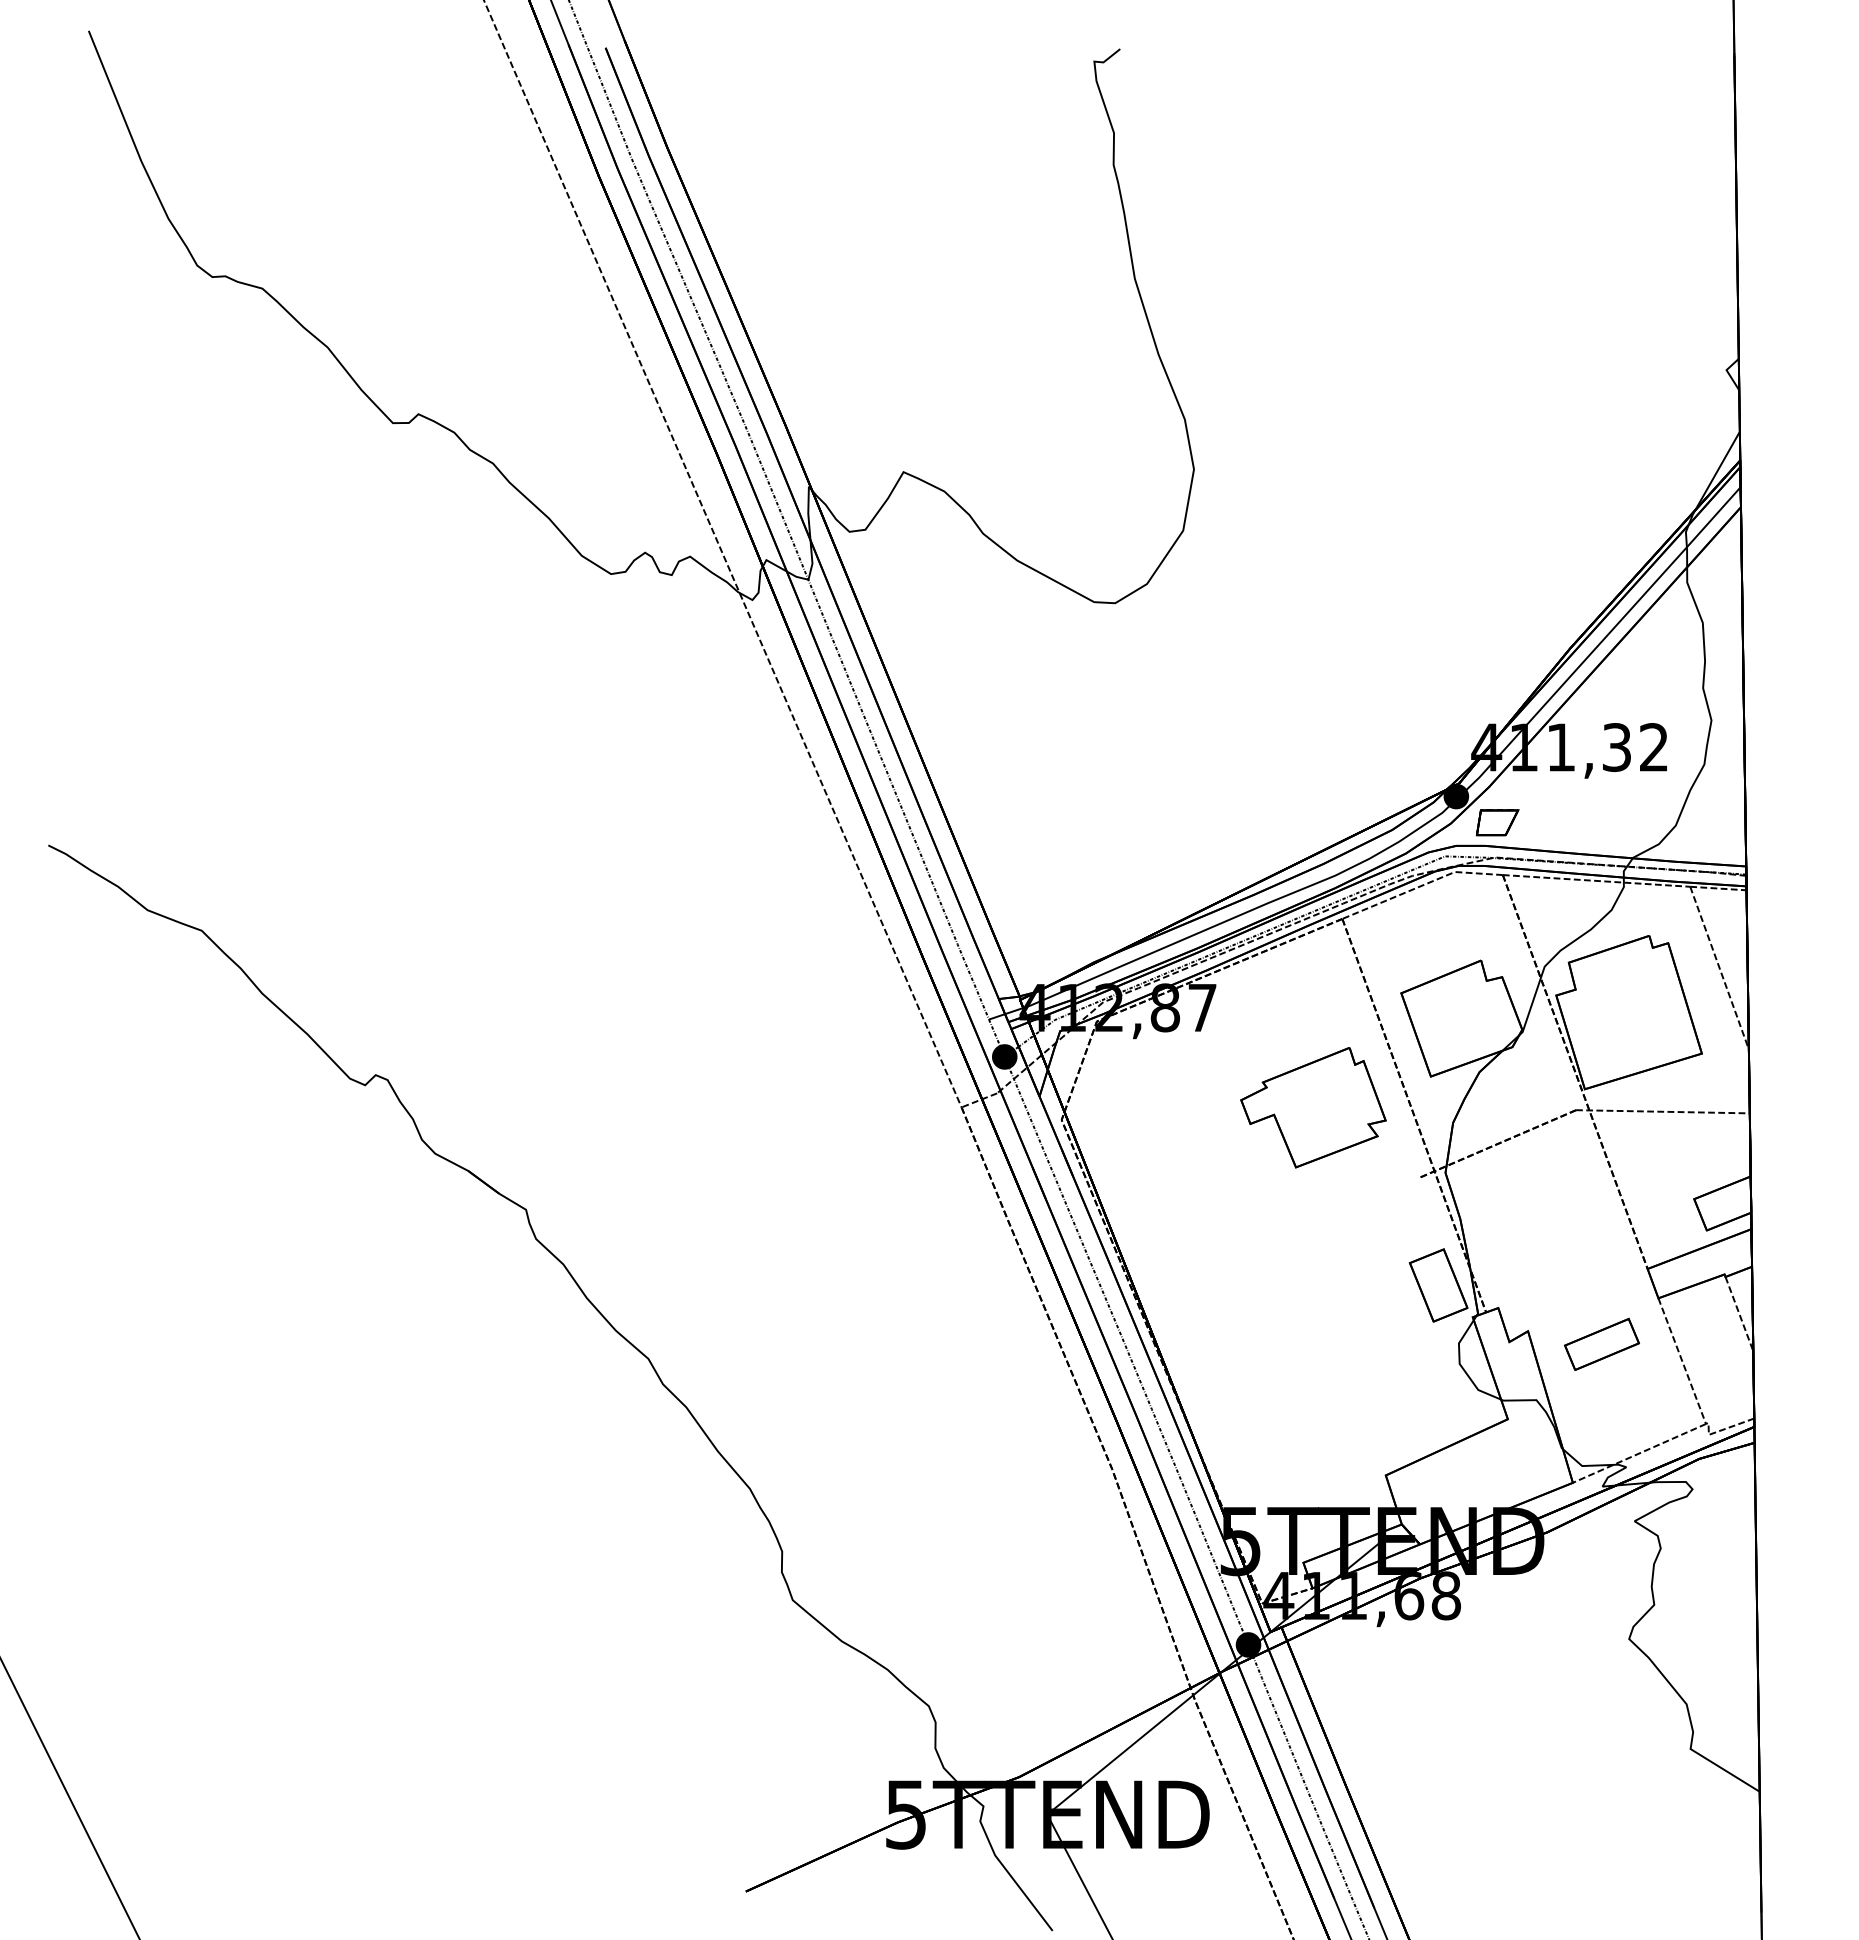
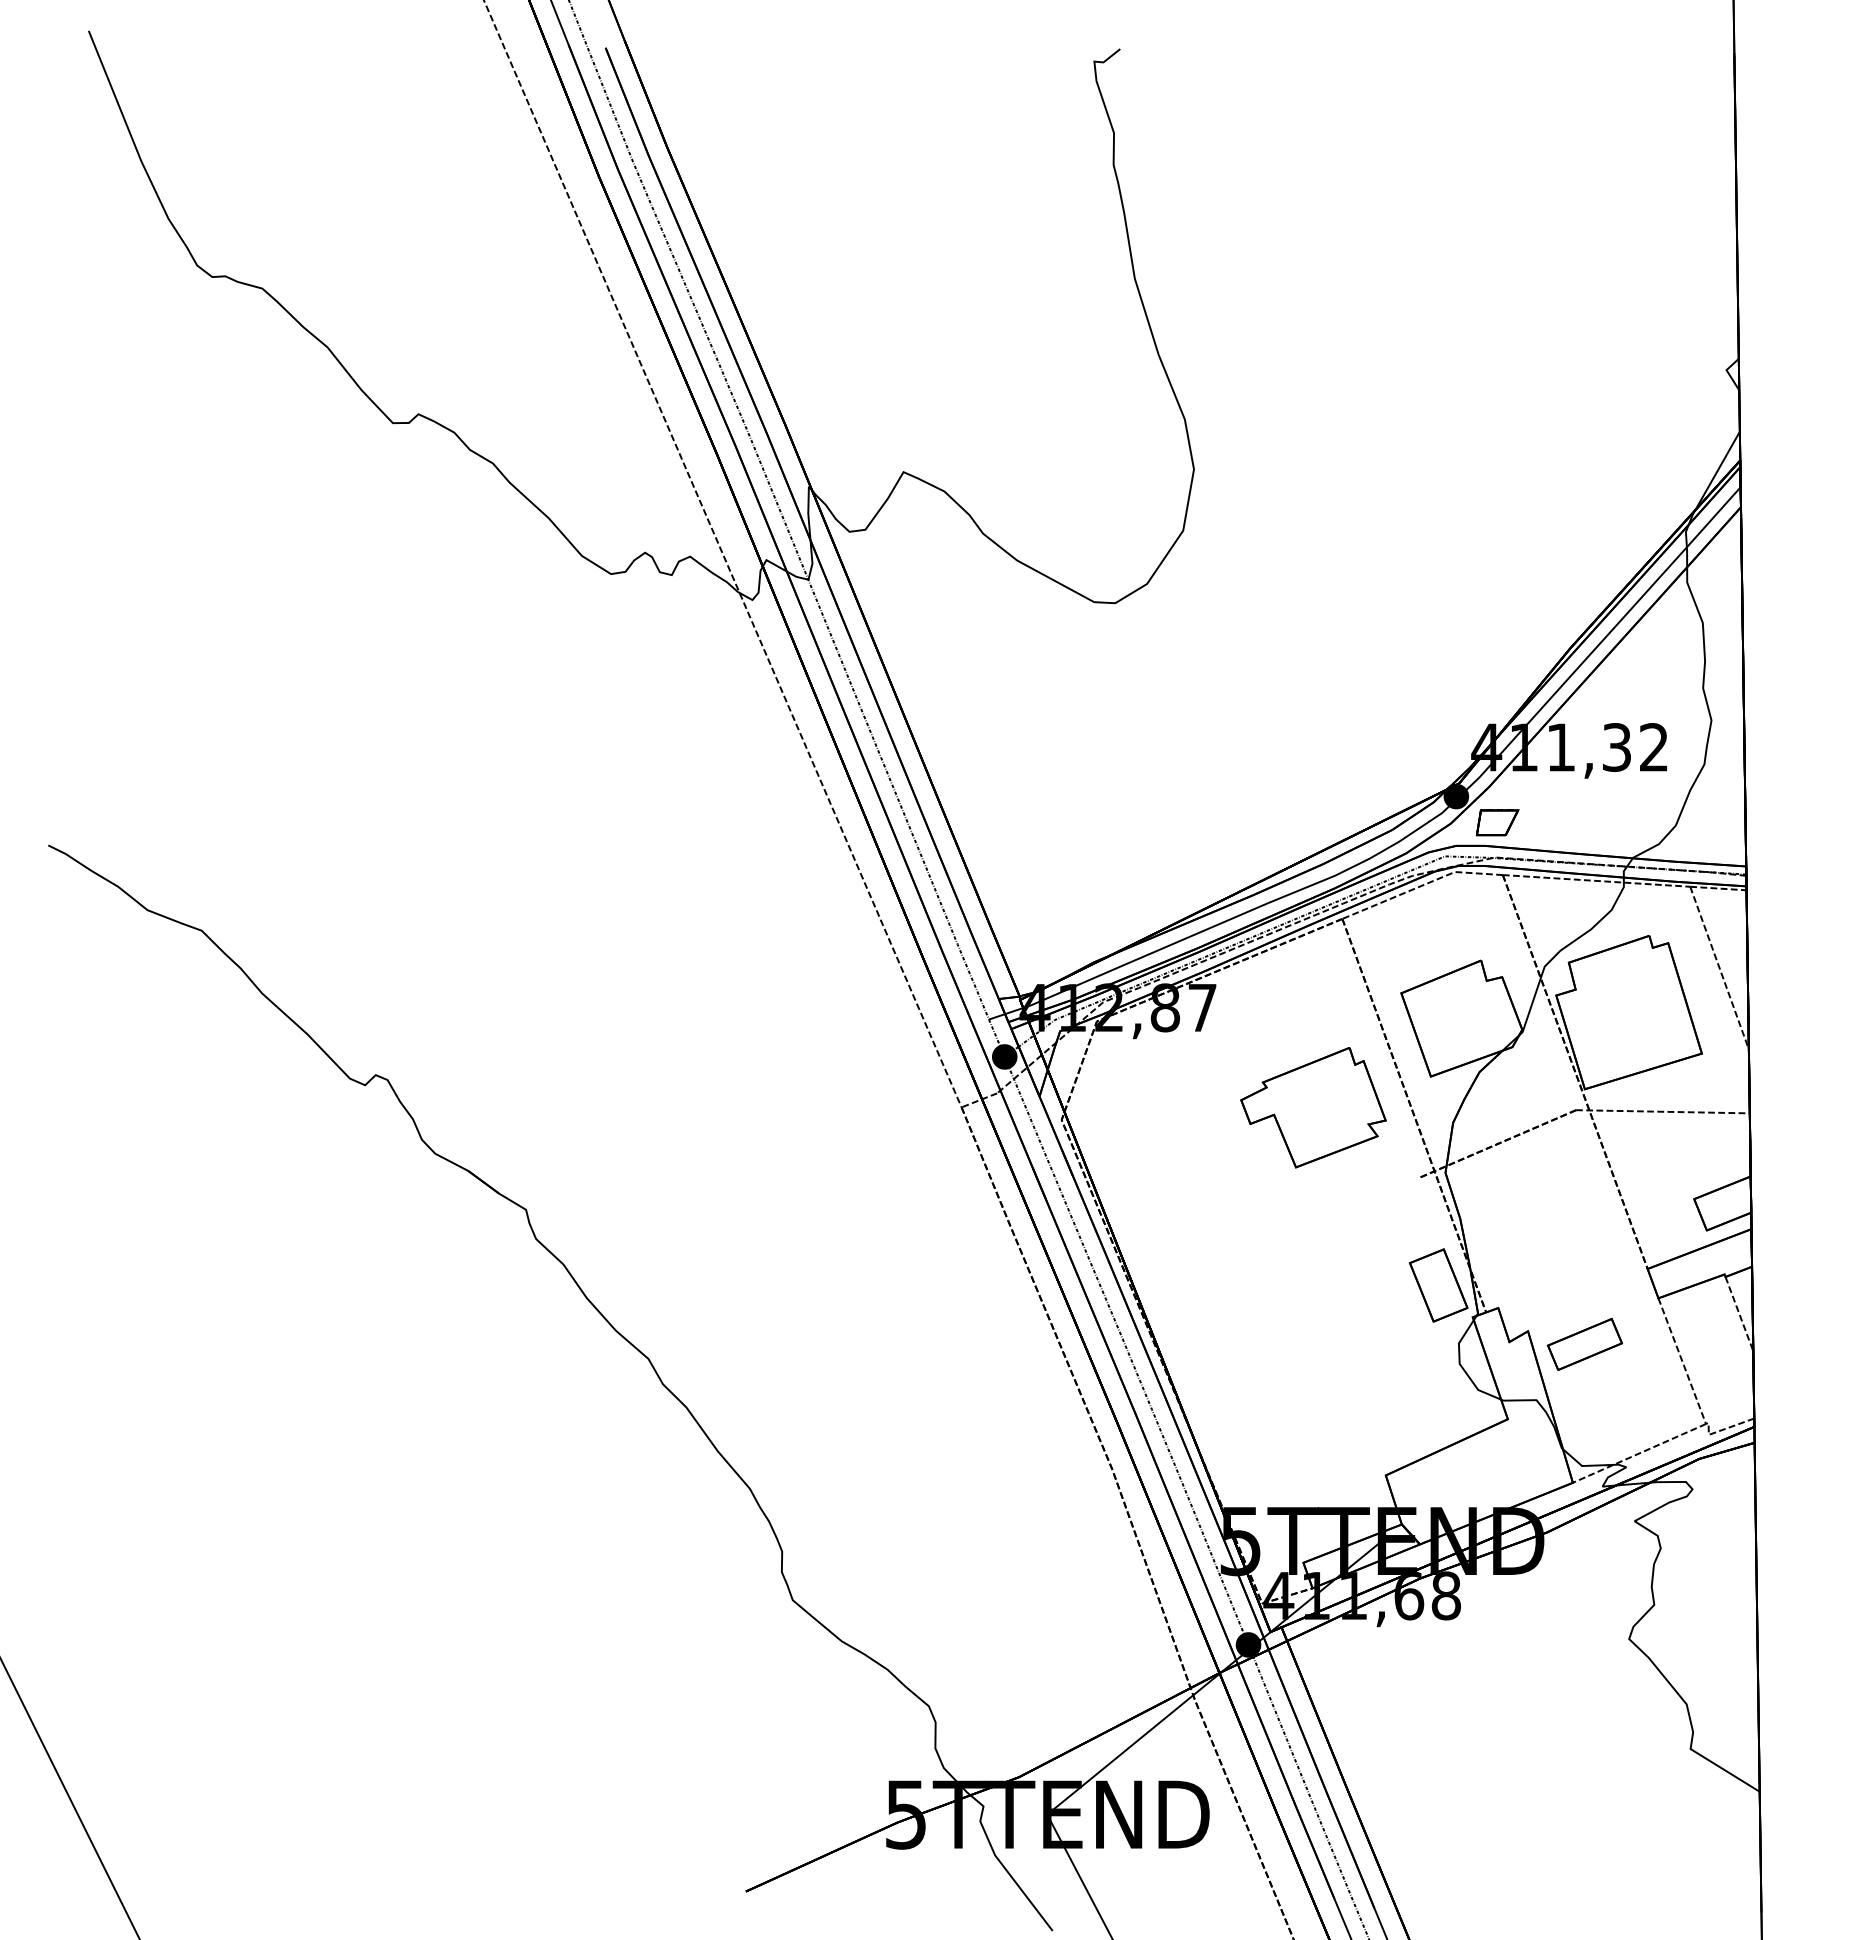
part at (1601, 1343) position: (1601, 1343) -> (1584, 1343)
